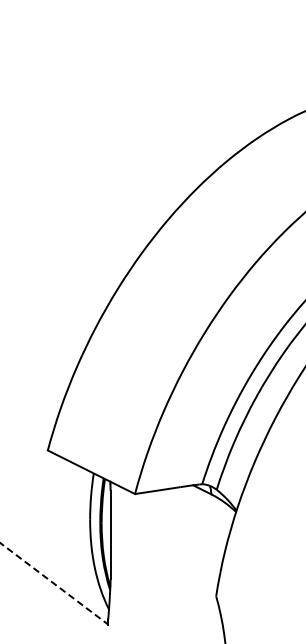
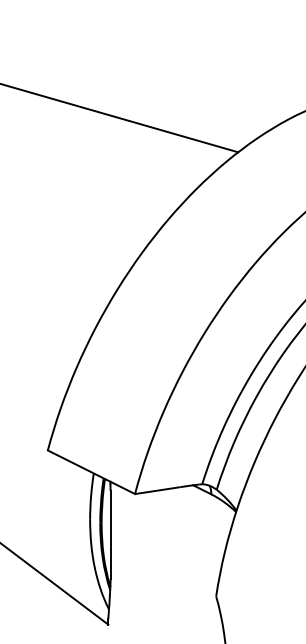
line at (120, 118): none -> present
line at (54, 584): dashed -> solid
